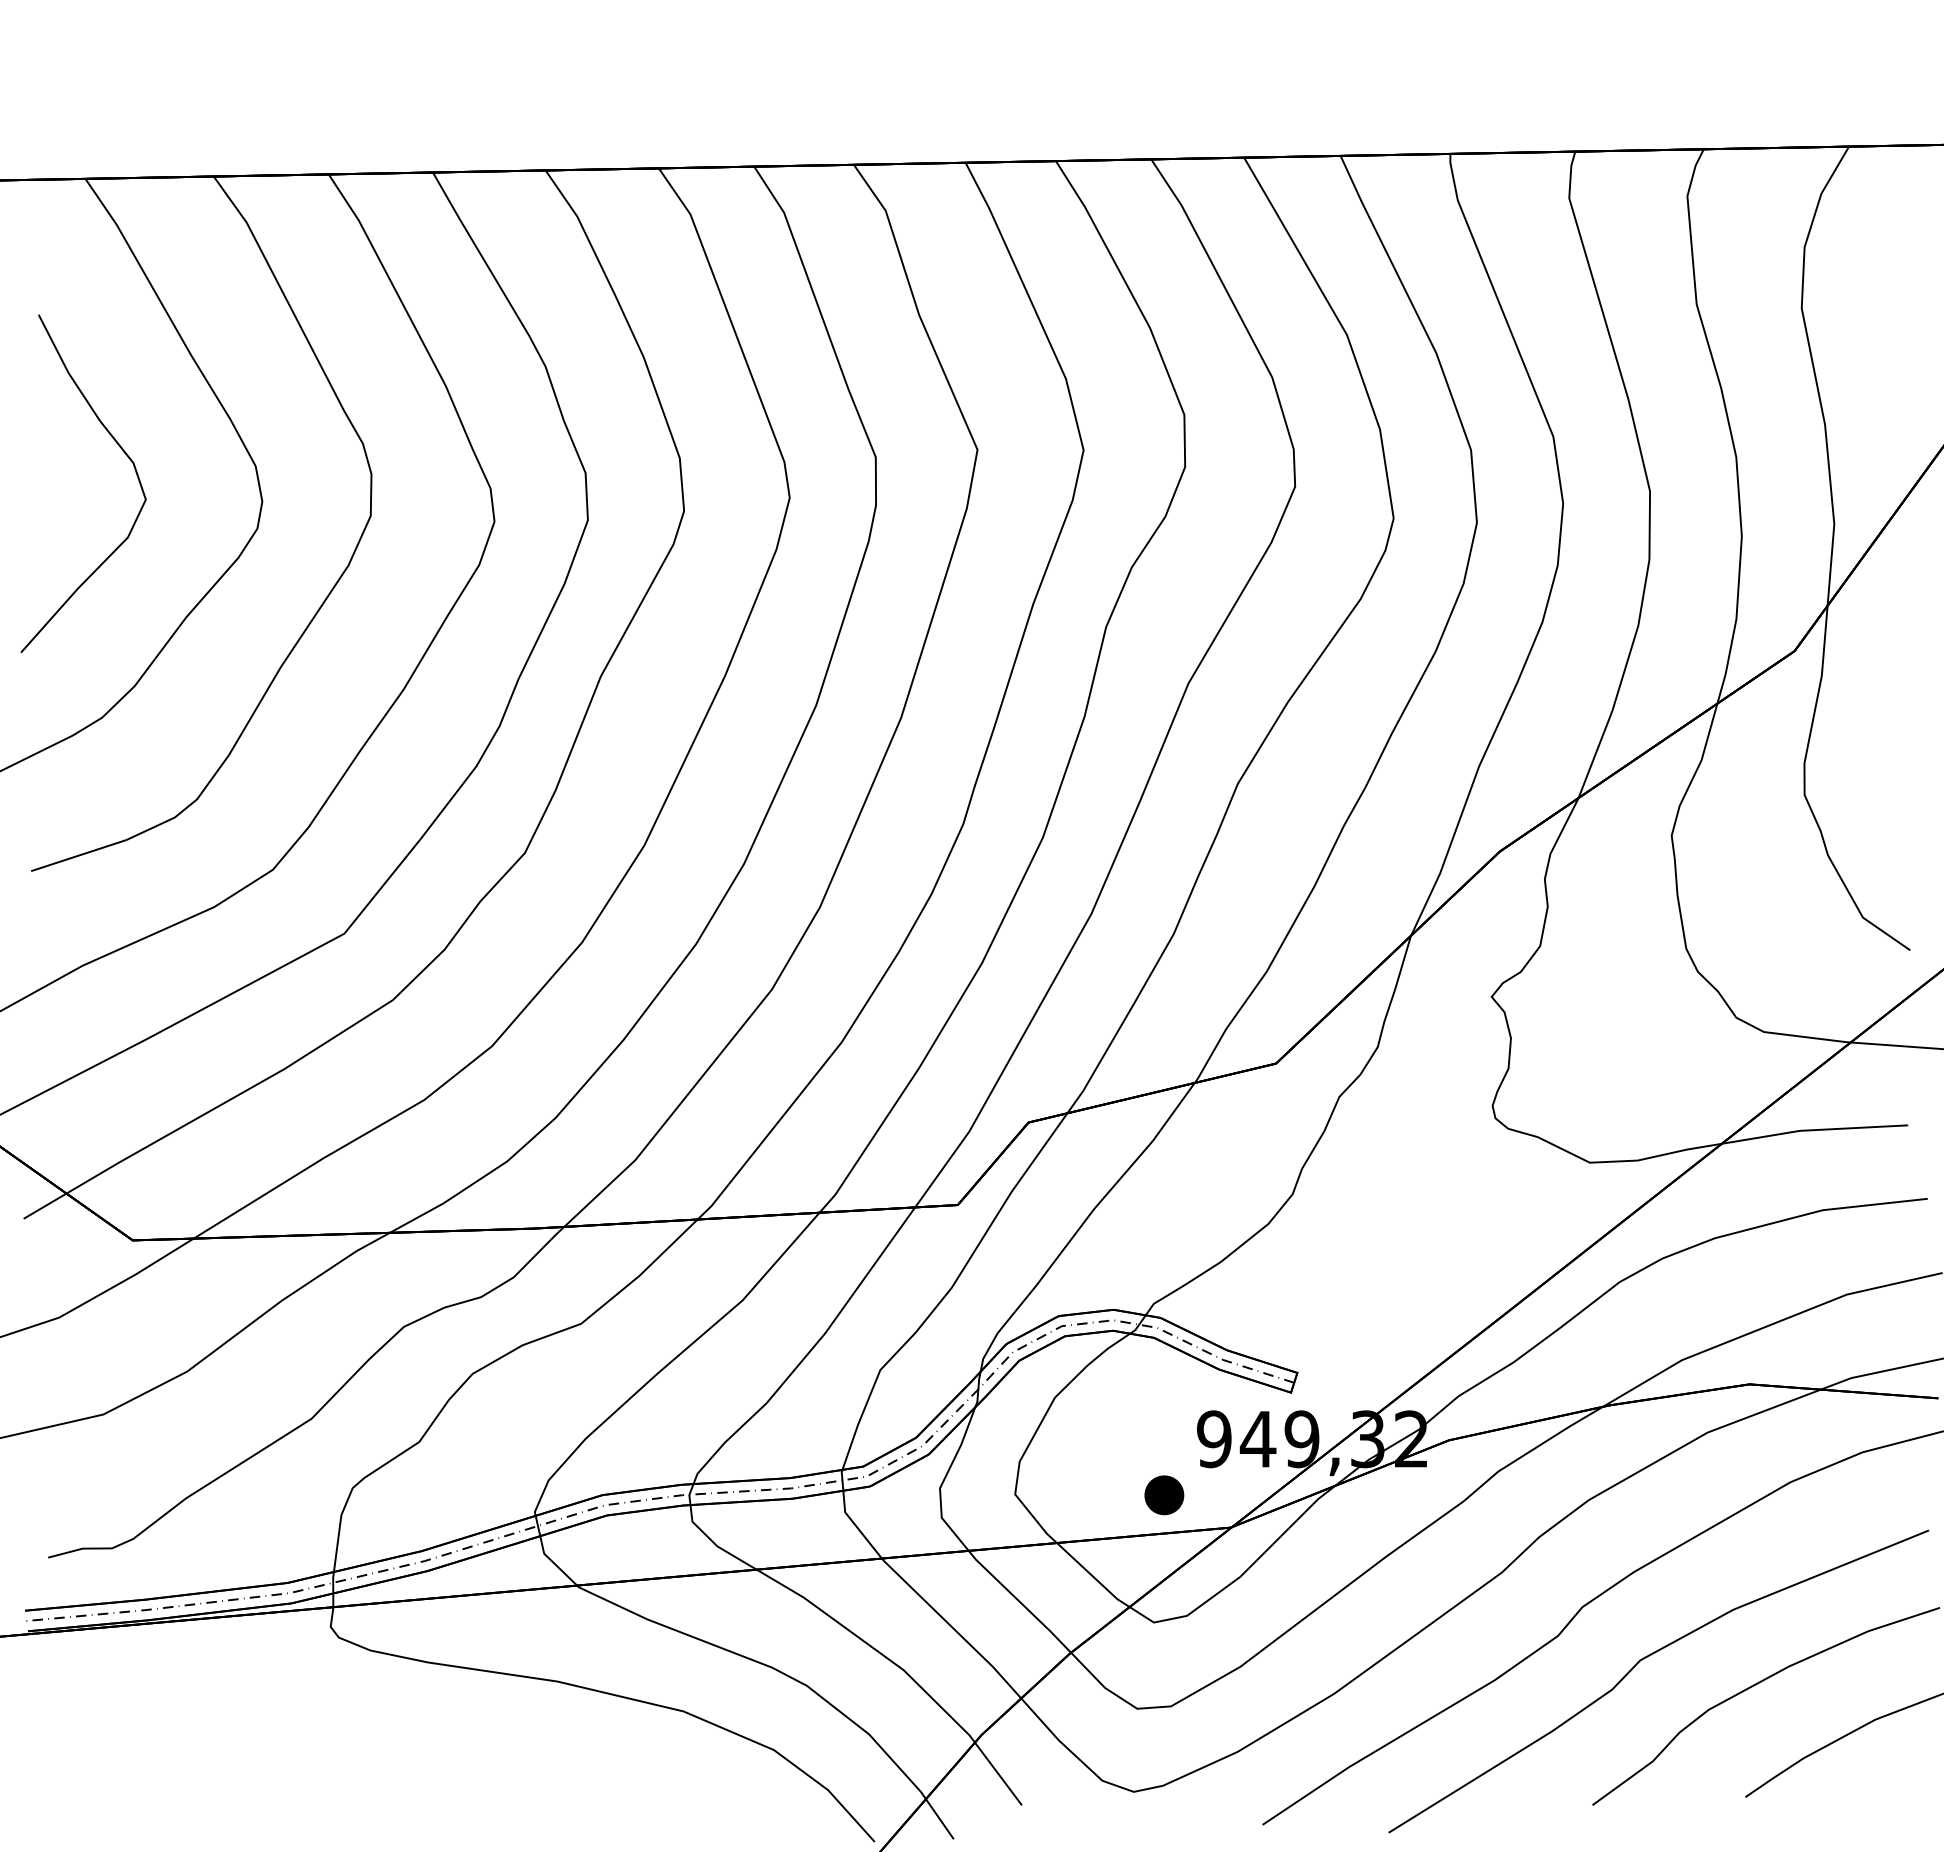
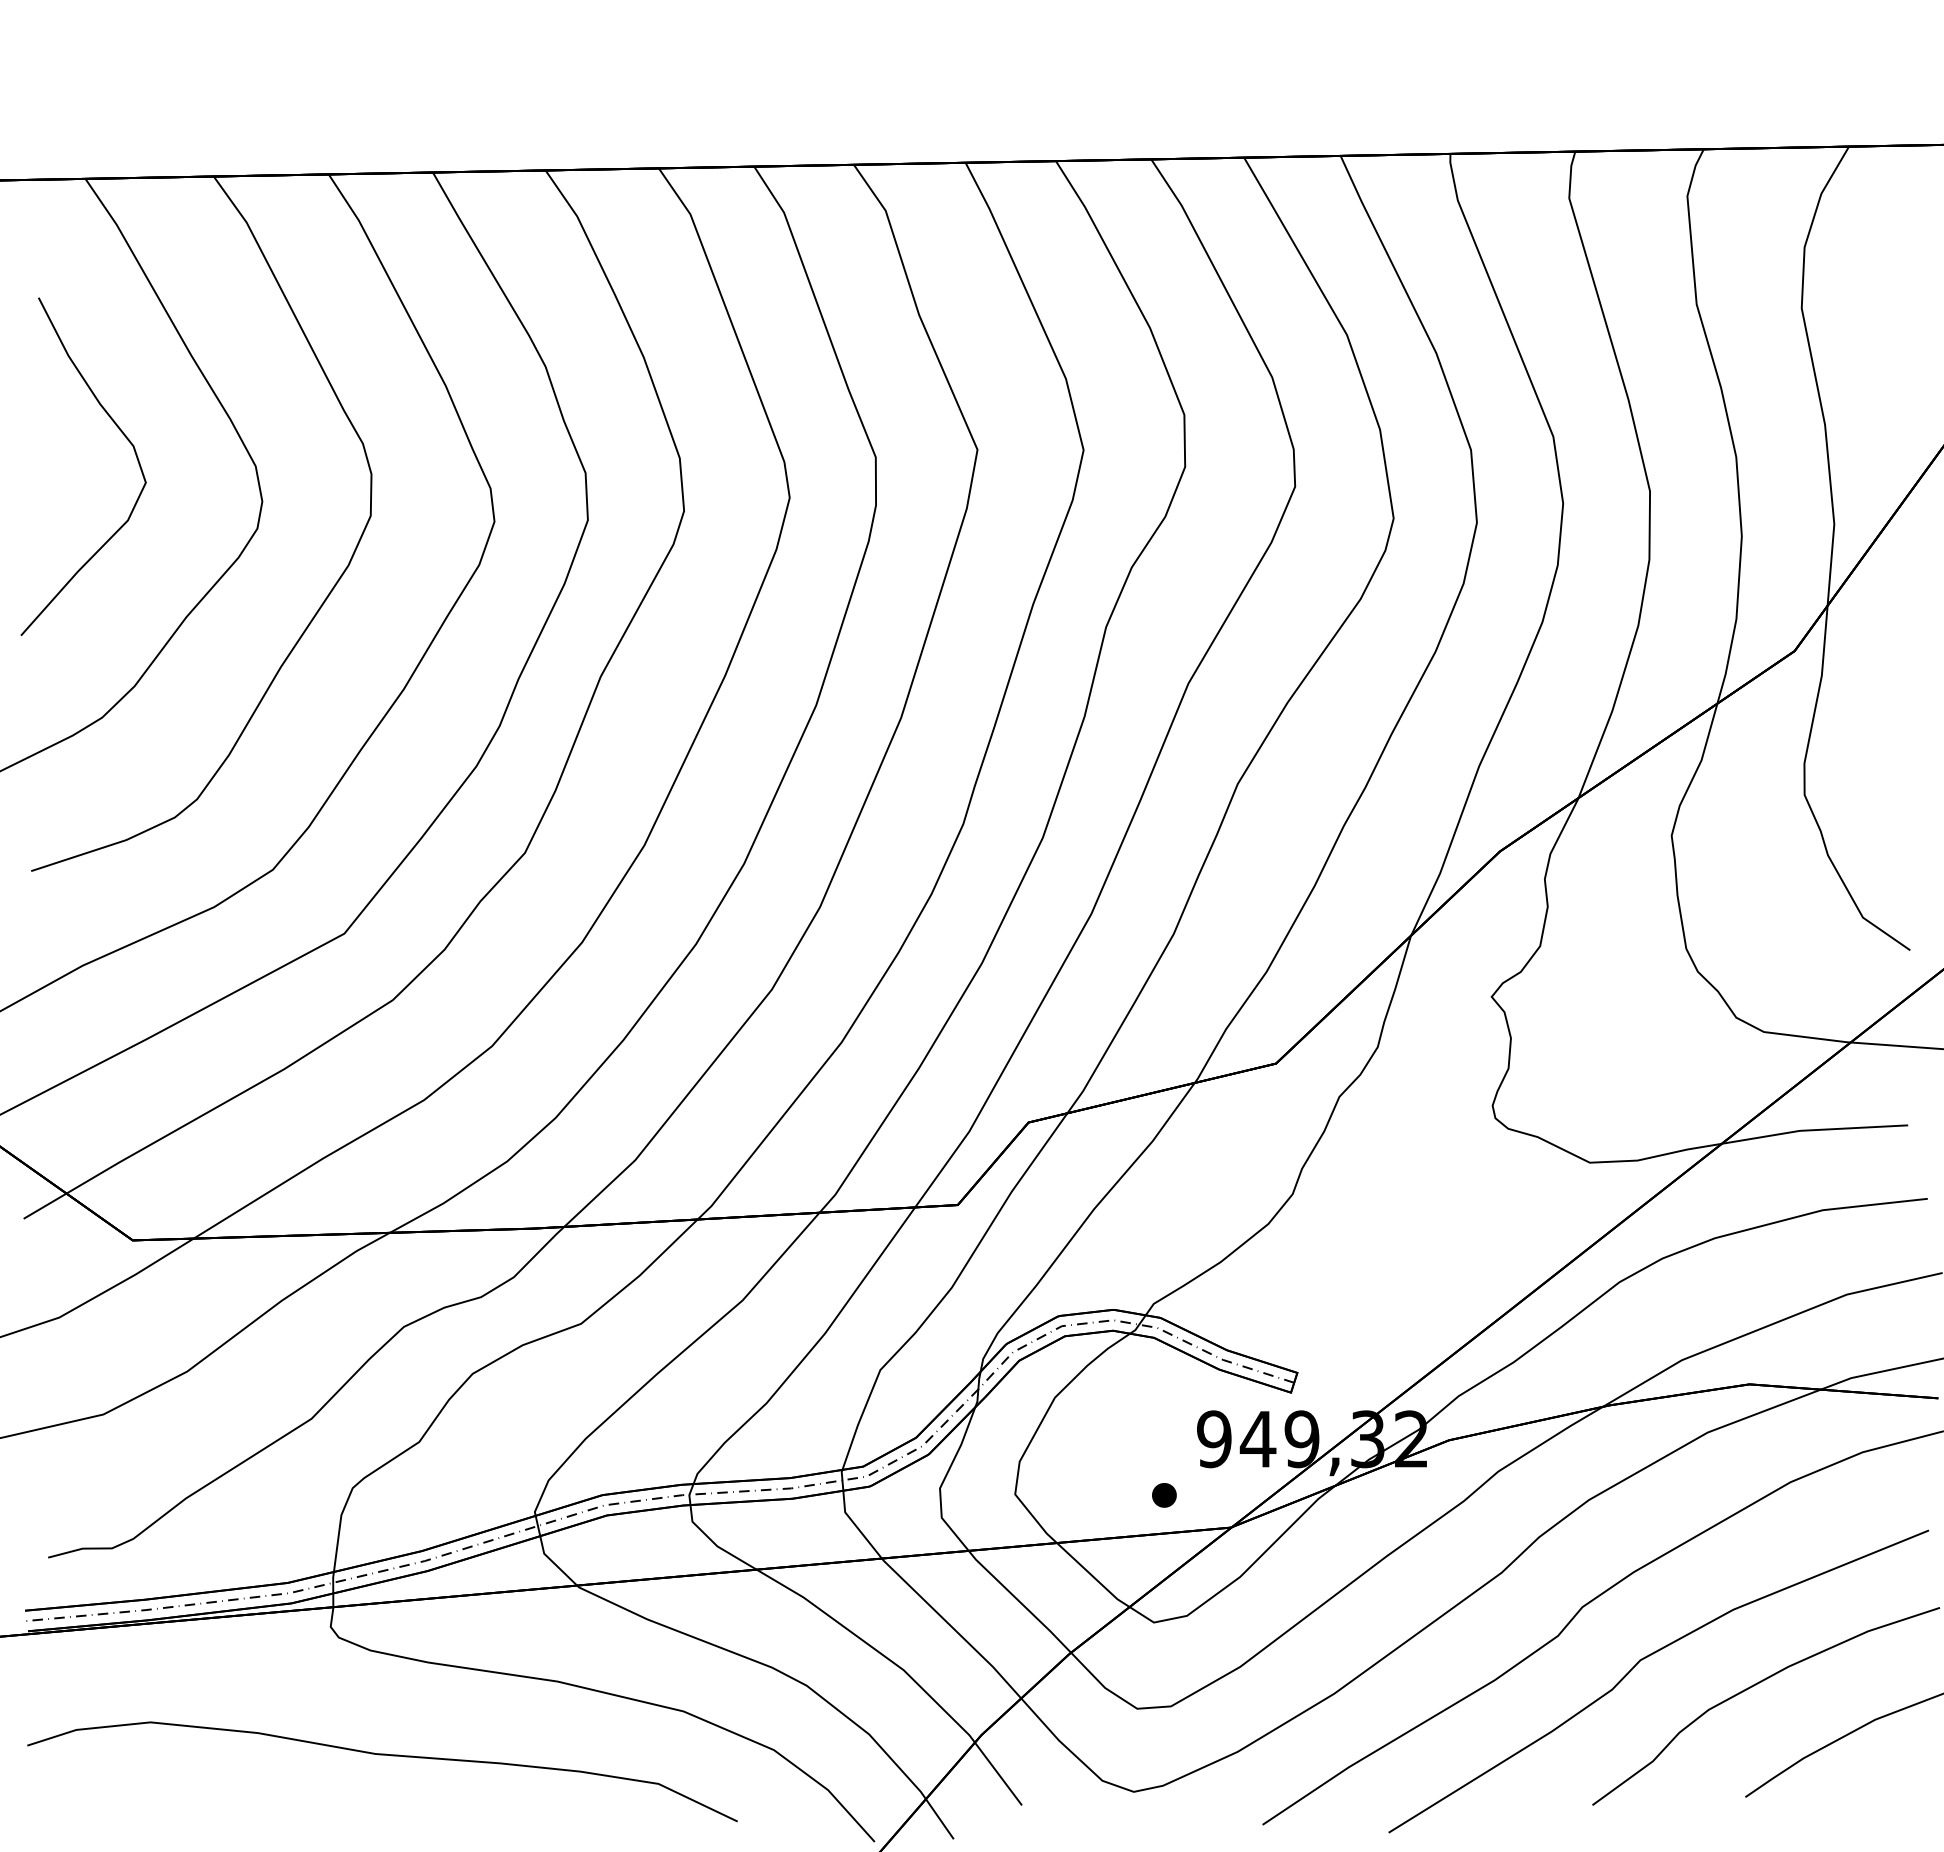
curve at (123, 452) position: (123, 452) -> (123, 435)
part at (1164, 1495) size: 41x41 px -> 25x25 px
curve at (382, 1755): none -> present
